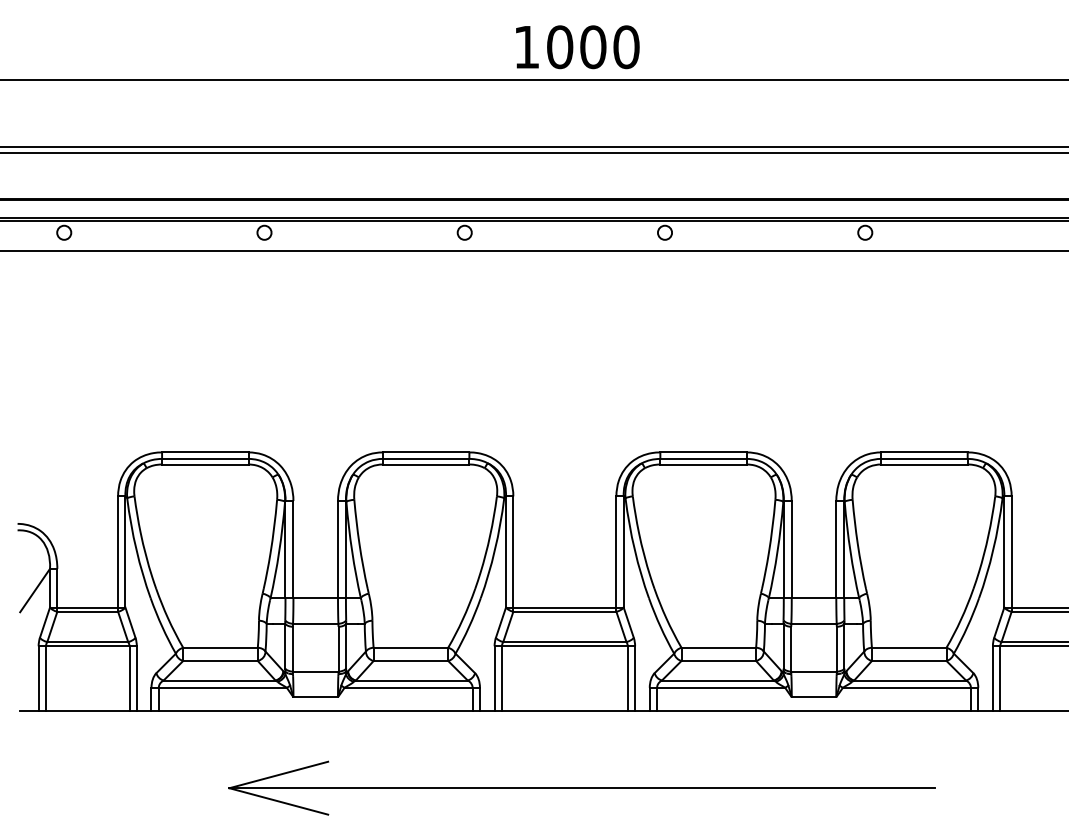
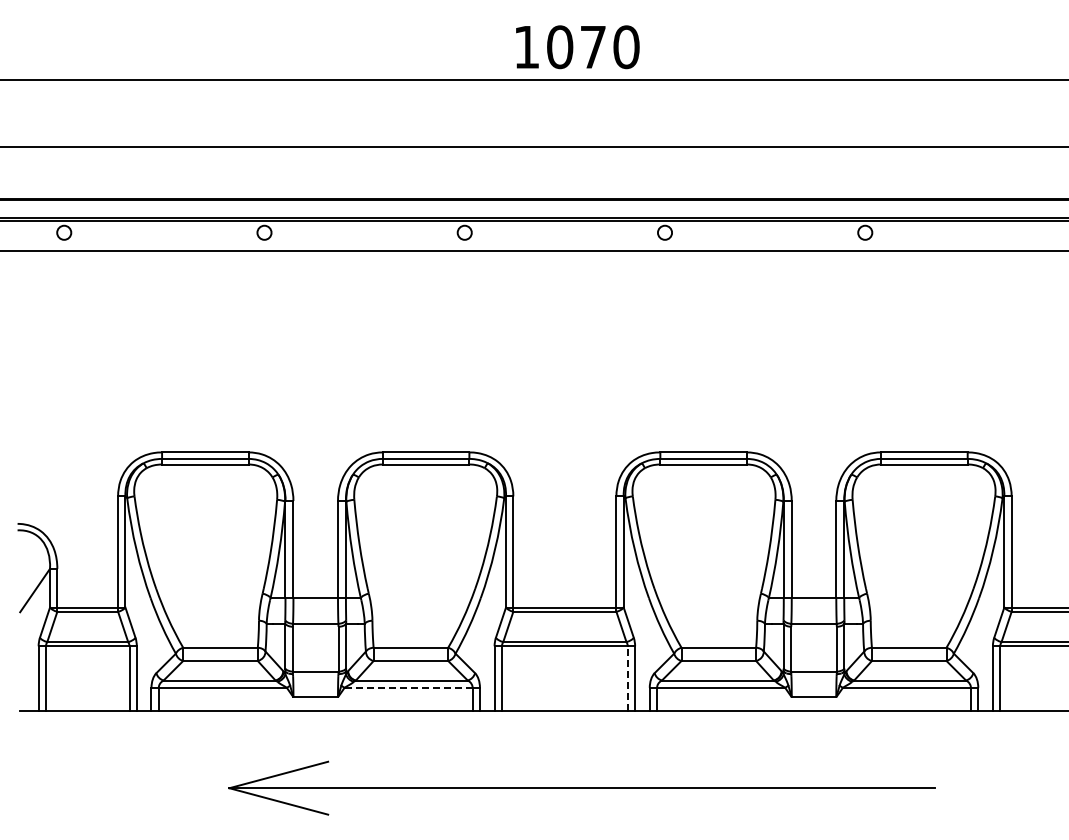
text at (593, 47): 1000 -> 1070
line at (533, 152): present -> none
line at (627, 678): solid -> dashed
line at (408, 687): solid -> dashed
